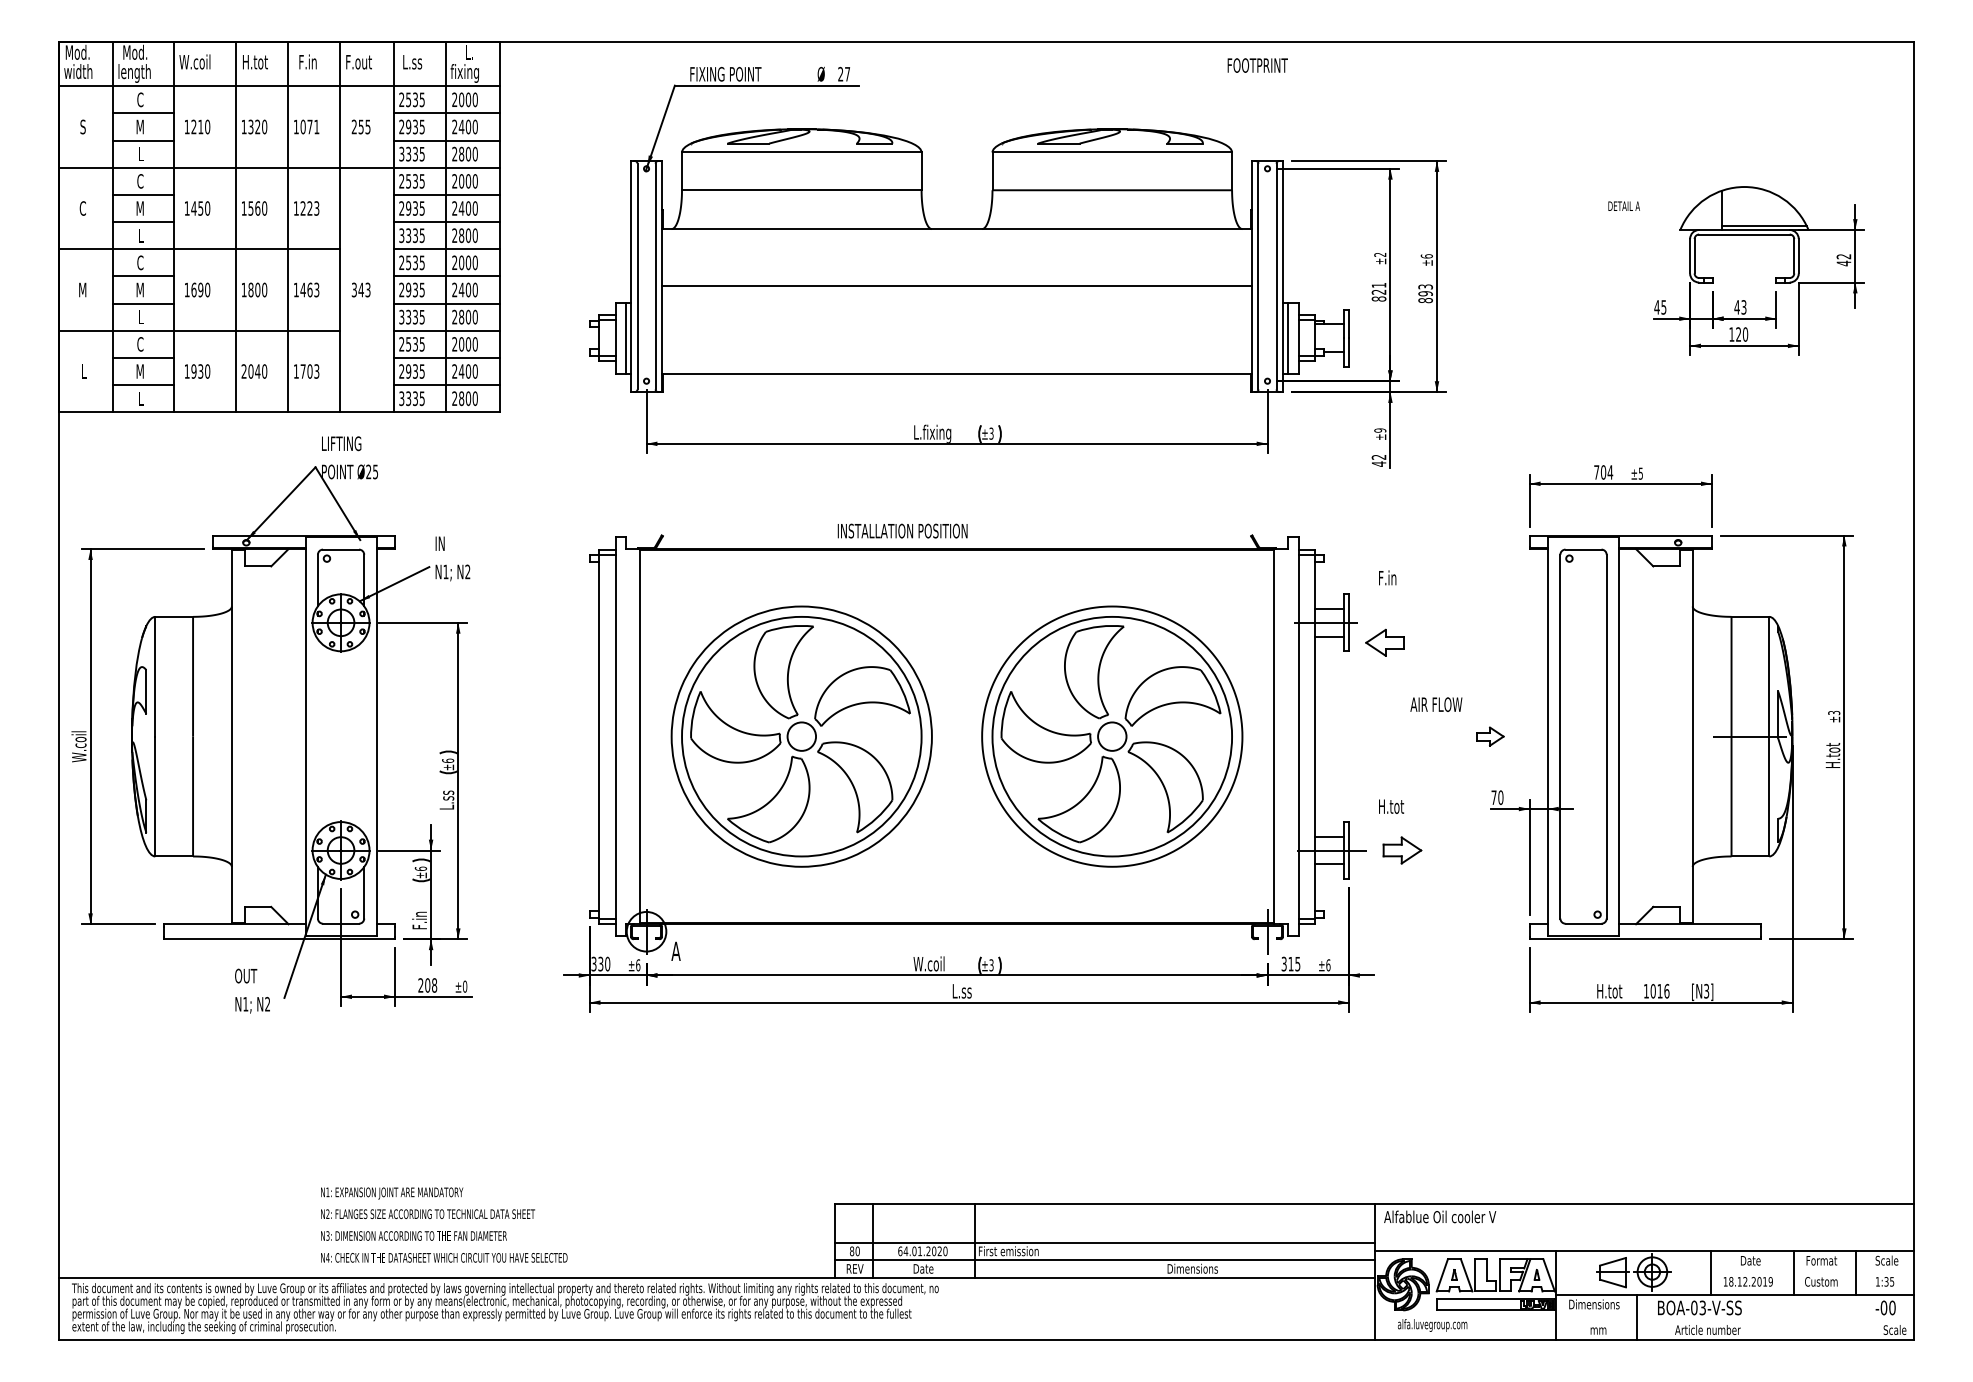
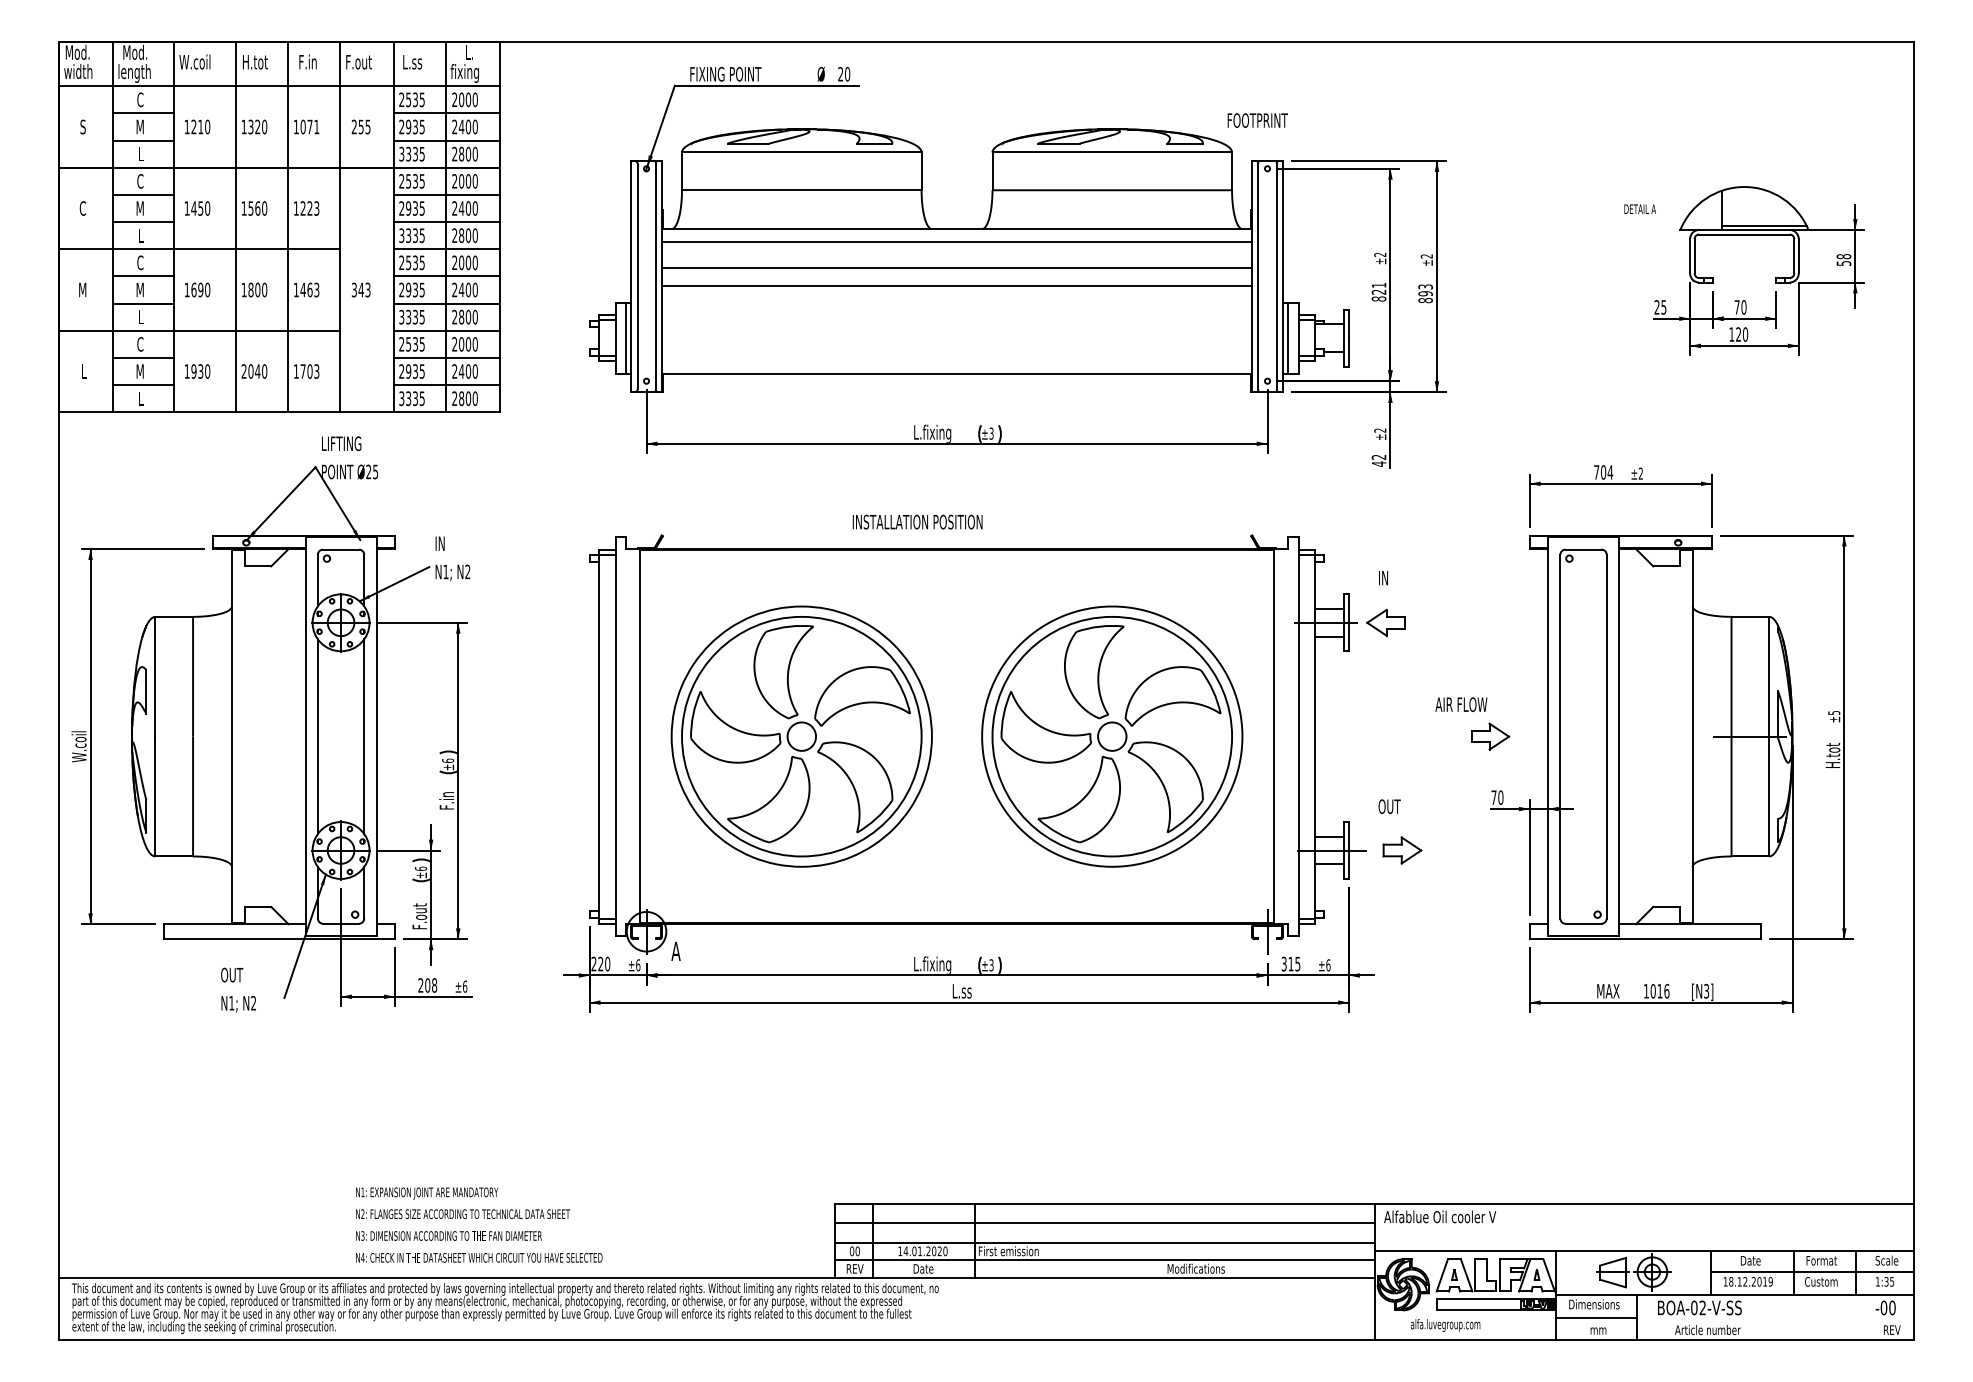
text at (1257, 65) position: (1257, 65) -> (1257, 120)
text at (847, 73): 27 -> 20
text at (1623, 205) position: (1623, 205) -> (1639, 208)
line at (957, 242): none -> present
text at (1426, 256): ±6 -> ±2
text at (1843, 260): 42 -> 58
line at (957, 268): none -> present
text at (1656, 307): 45 -> 25
text at (1740, 307): 43 -> 70
text at (1380, 430): ±9 -> ±2
text at (1640, 473): ±5 -> ±2
text at (902, 530) position: (902, 530) -> (917, 521)
text at (1388, 577): F.in -> IN
part at (1384, 642) position: (1384, 642) -> (1385, 622)
text at (1436, 704) position: (1436, 704) -> (1461, 704)
text at (1833, 712): ±3 -> ±5
line at (317, 736): none -> present
line at (364, 736): none -> present
part at (1490, 736) size: 29x21 px -> 40x29 px
text at (446, 799): L.ss -> F.in
text at (1391, 806): H.tot -> OUT
text at (419, 911): F.in -> F.out
text at (597, 964): 330 -> 220
text at (932, 964): W.coil -> L.fixing
text at (465, 986): ±0 -> ±6
text at (252, 990) position: (252, 990) -> (238, 989)
text at (1610, 991): H.tot -> MAX
line at (1104, 1223): none -> present
text at (444, 1224) position: (444, 1224) -> (479, 1224)
text at (851, 1251): 80 -> 00
text at (900, 1251): 64.01.2020 -> 14.01.2020
text at (1196, 1268): Dimensions -> Modifications
line at (1811, 1272): none -> present
text at (1702, 1308): BOA-03-V-SS -> BOA-02-V-SS
line at (1596, 1318): none -> present
text at (1432, 1325) position: (1432, 1325) -> (1445, 1325)
text at (1894, 1329): Scale -> REV
